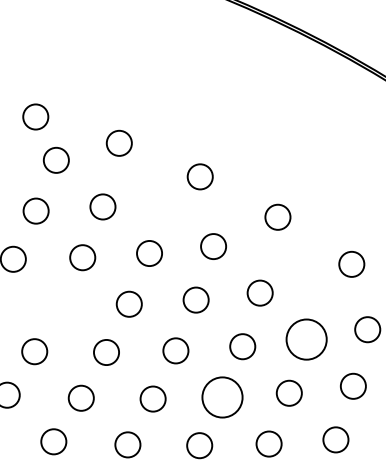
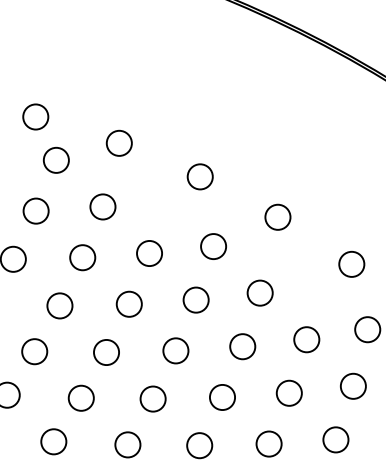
circle at (59, 305): none -> present
circle at (306, 339) size: 43x43 px -> 28x28 px
circle at (222, 397) diameter: 40 px -> 25 px
